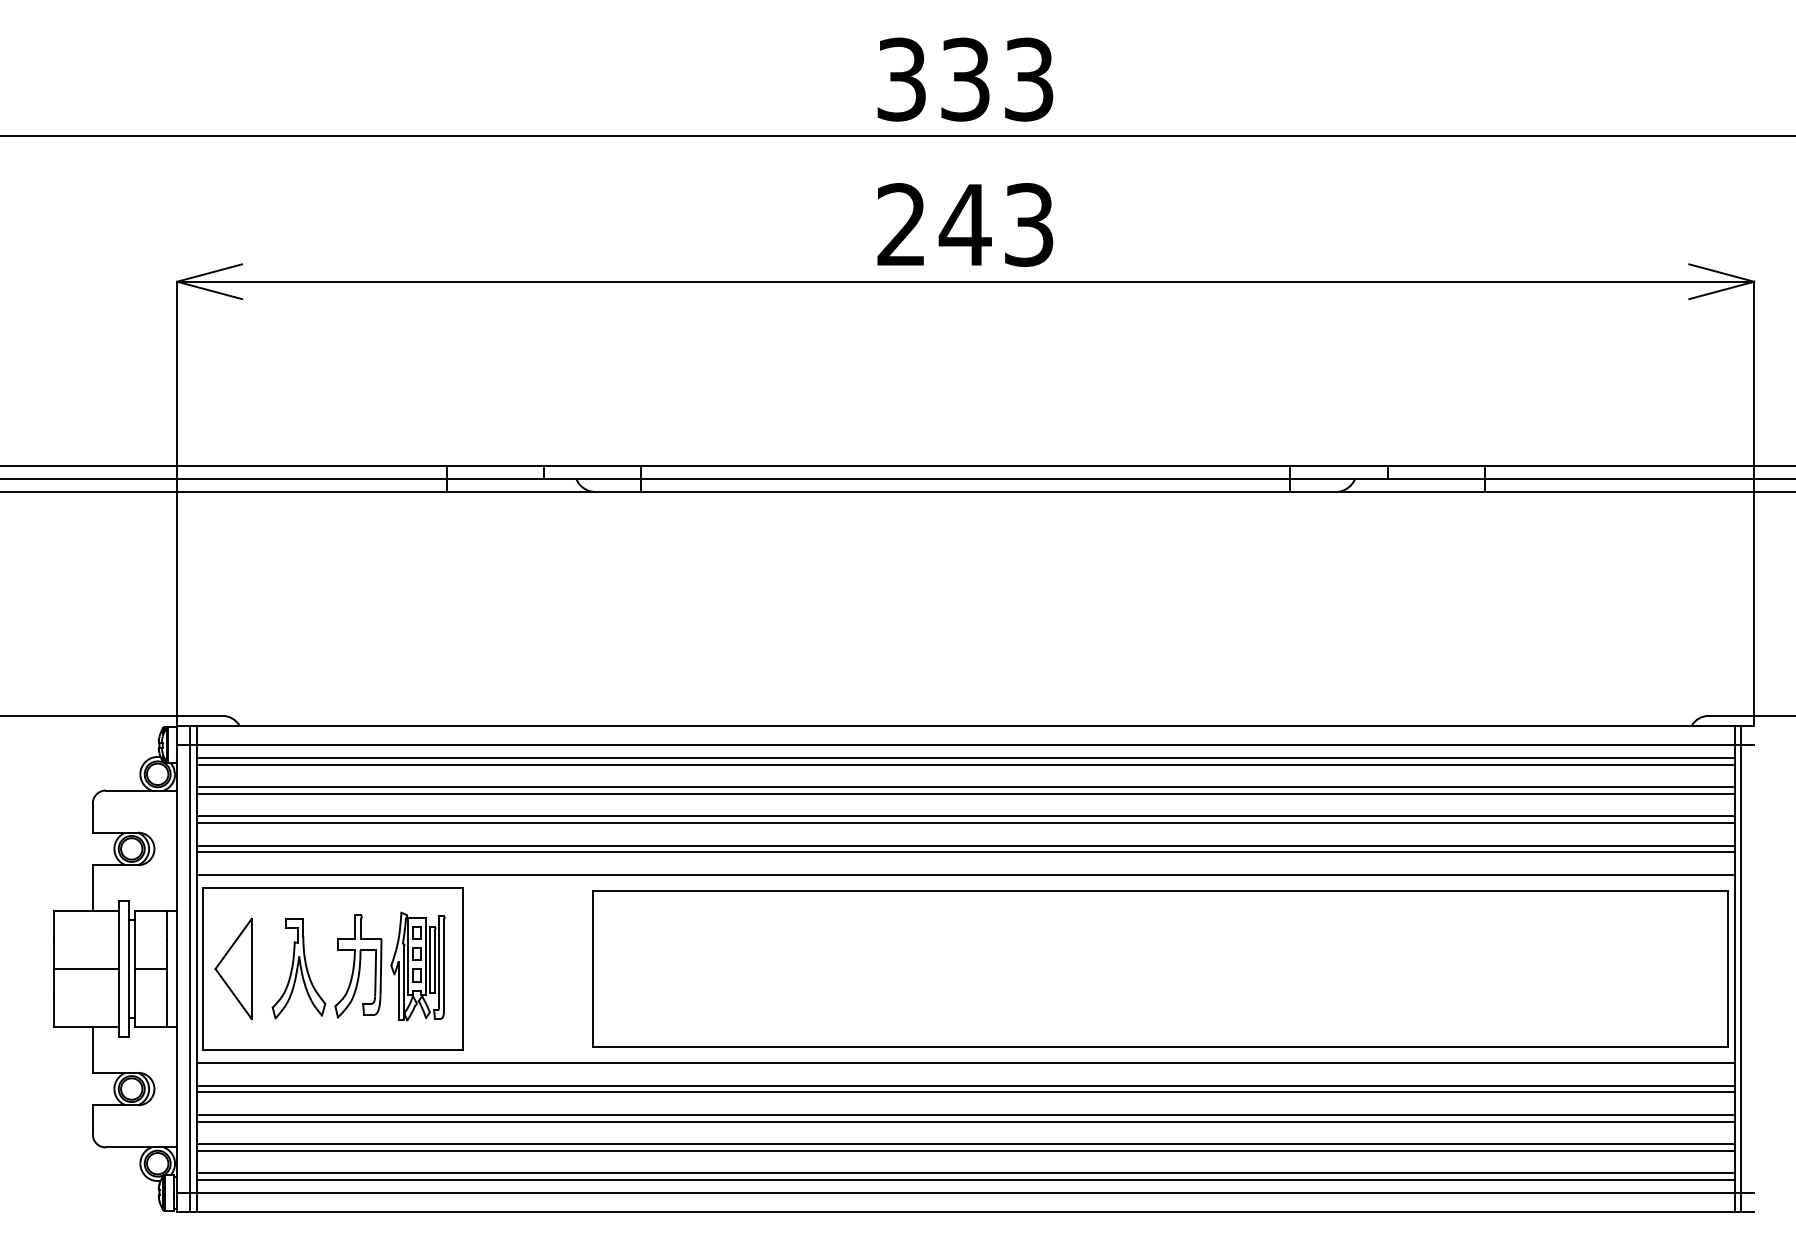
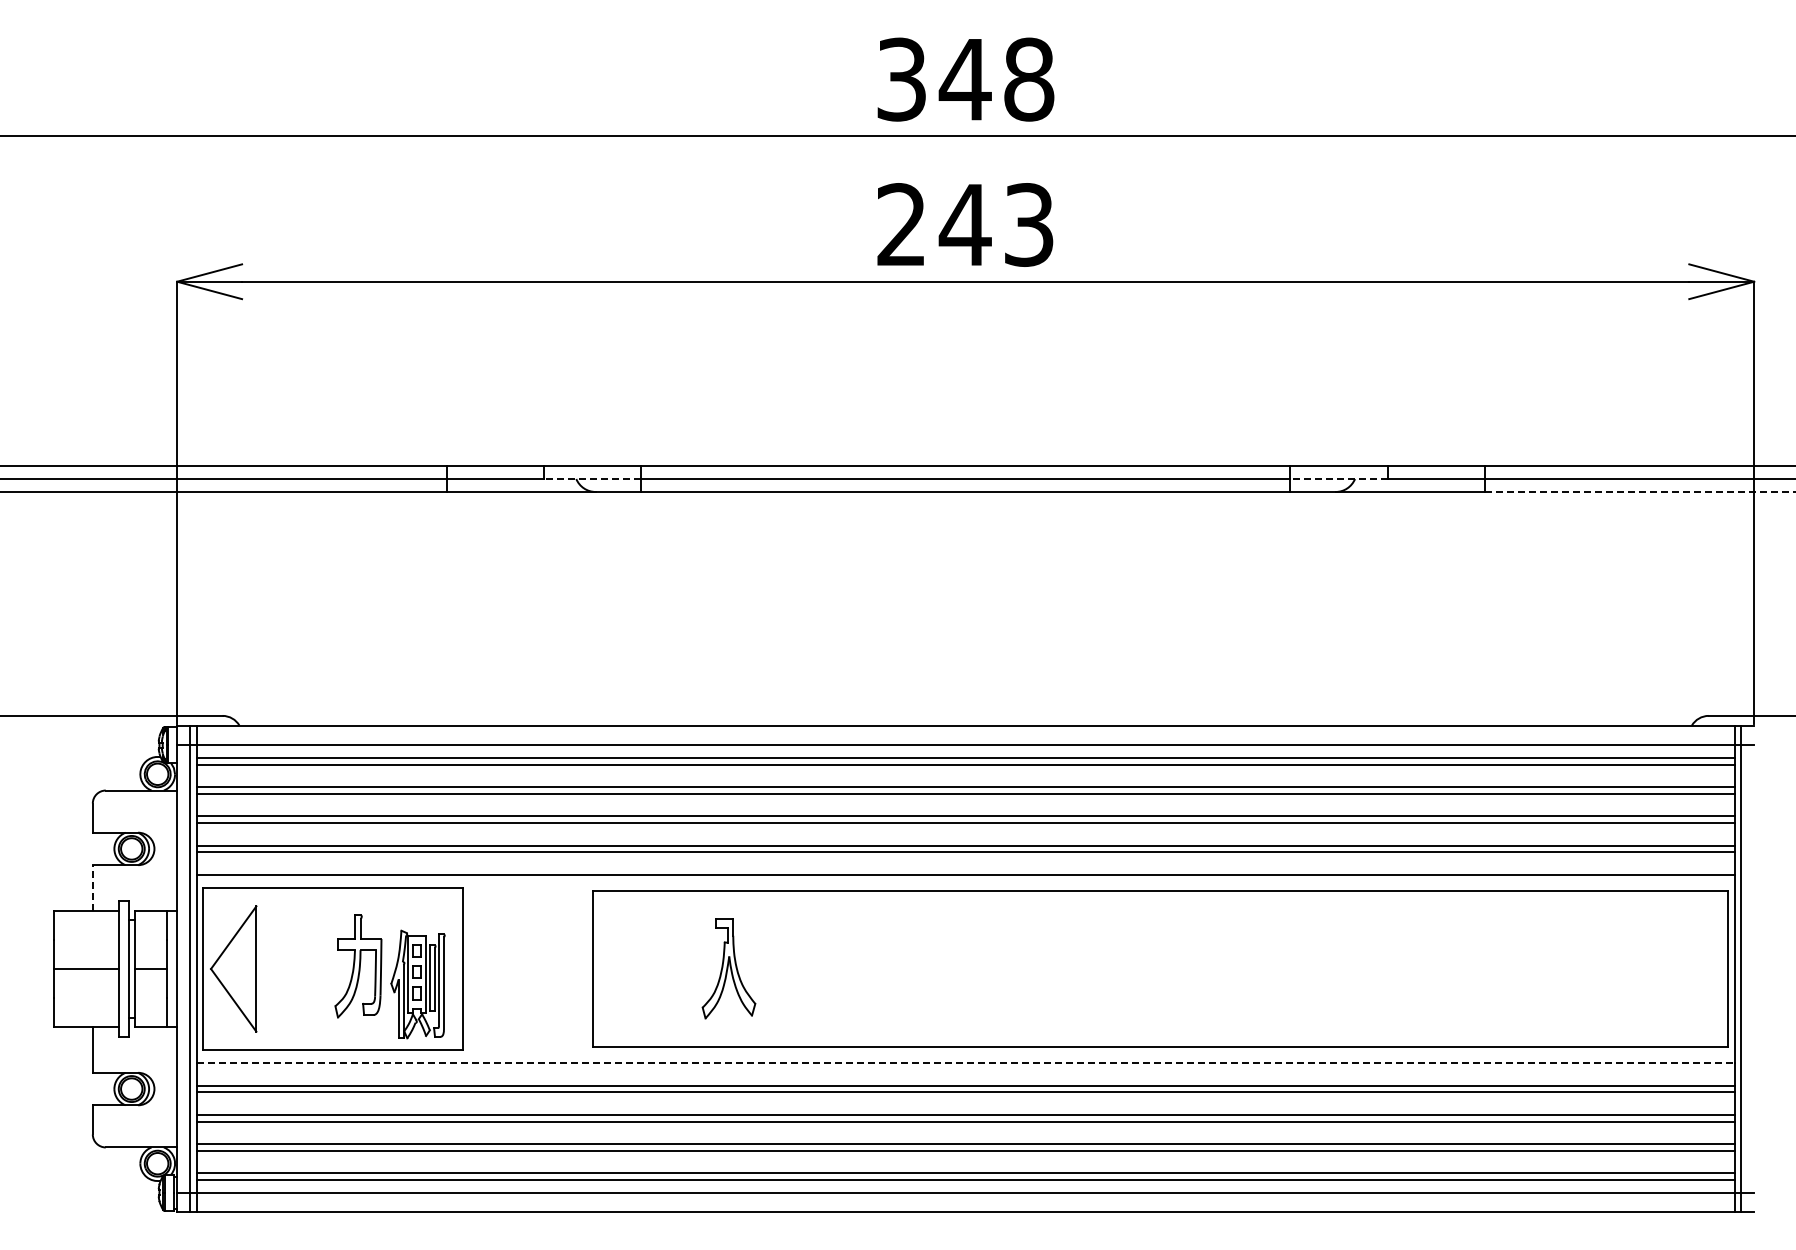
text at (996, 79): 333 -> 348
line at (592, 479): solid -> dashed
line at (1338, 479): solid -> dashed
line at (1640, 492): solid -> dashed
line at (92, 887): solid -> dashed
part at (417, 966) position: (417, 966) -> (417, 984)
part at (233, 968) size: 39x104 px -> 48x128 px
part at (298, 968) position: (298, 968) -> (728, 968)
line at (966, 1063): solid -> dashed
